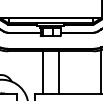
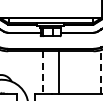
line at (101, 71): solid -> dashed
line at (42, 73): solid -> dashed
